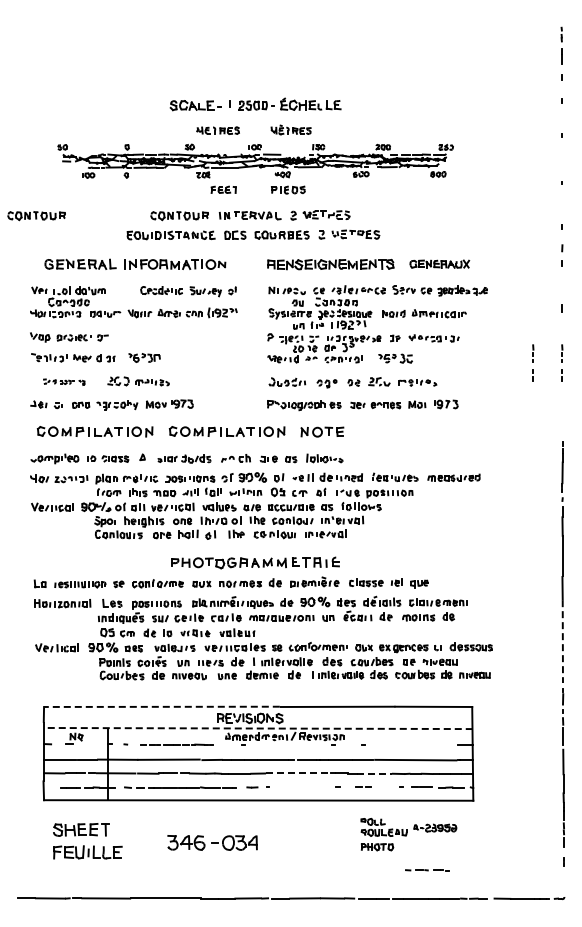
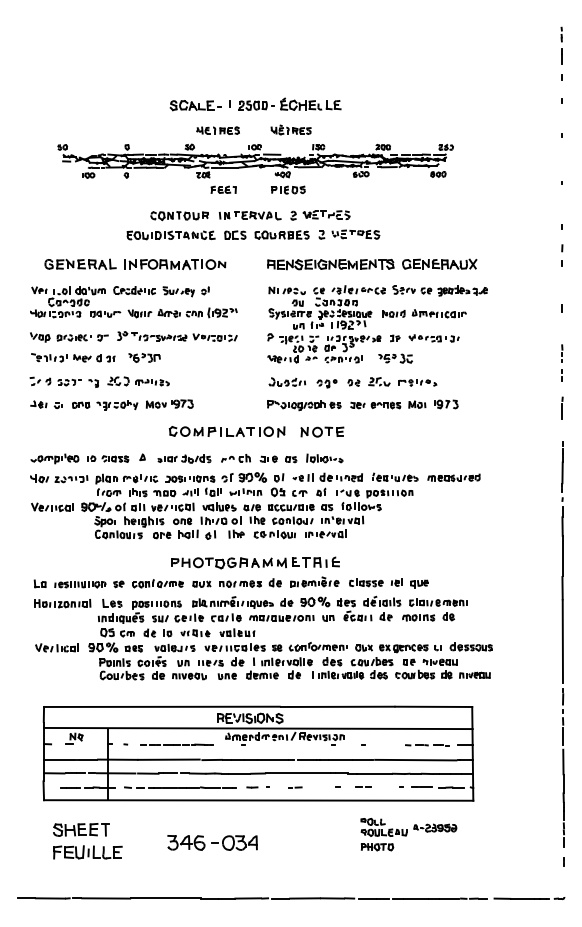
part at (36, 216): present -> none
part at (439, 263) size: 62x10 px -> 76x12 px
part at (188, 291) position: (188, 291) -> (161, 291)
part at (177, 336): none -> present
part at (533, 362): present -> none
part at (64, 381) size: 43x8 px -> 70x12 px
line at (562, 407): none -> present
part at (94, 431): present -> none
line at (562, 642): dashed -> solid
line at (161, 706): dashed -> solid
line at (257, 728): dashed -> solid
line at (297, 773): dashed -> solid
line at (375, 773): dashed -> solid
line at (295, 787): none -> present
part at (427, 870) position: (427, 870) -> (427, 745)
